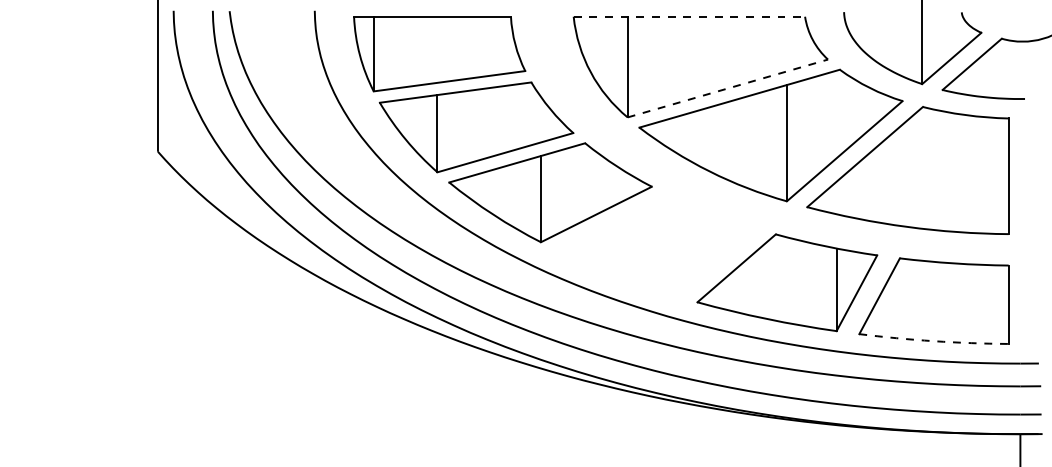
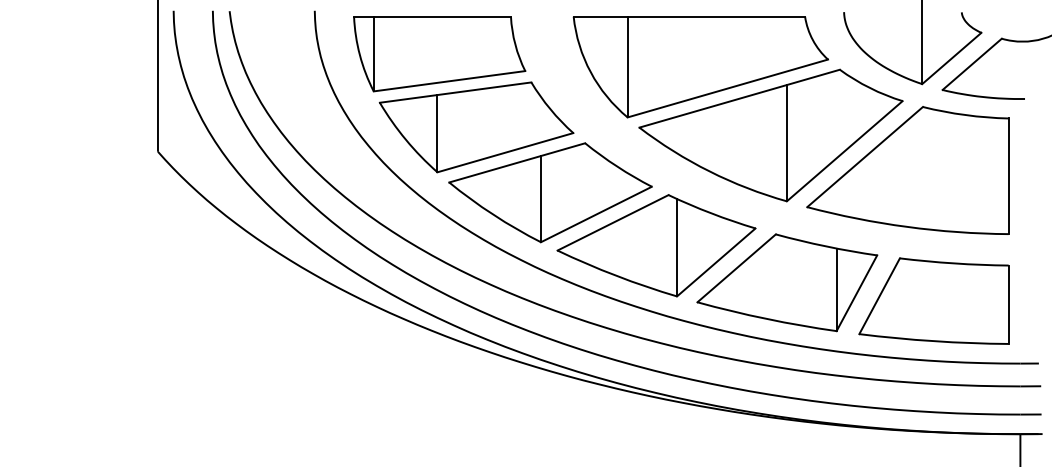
line at (689, 16): dashed -> solid
line at (728, 88): dashed -> solid
part at (656, 245): none -> present
arc at (933, 341): dashed -> solid
